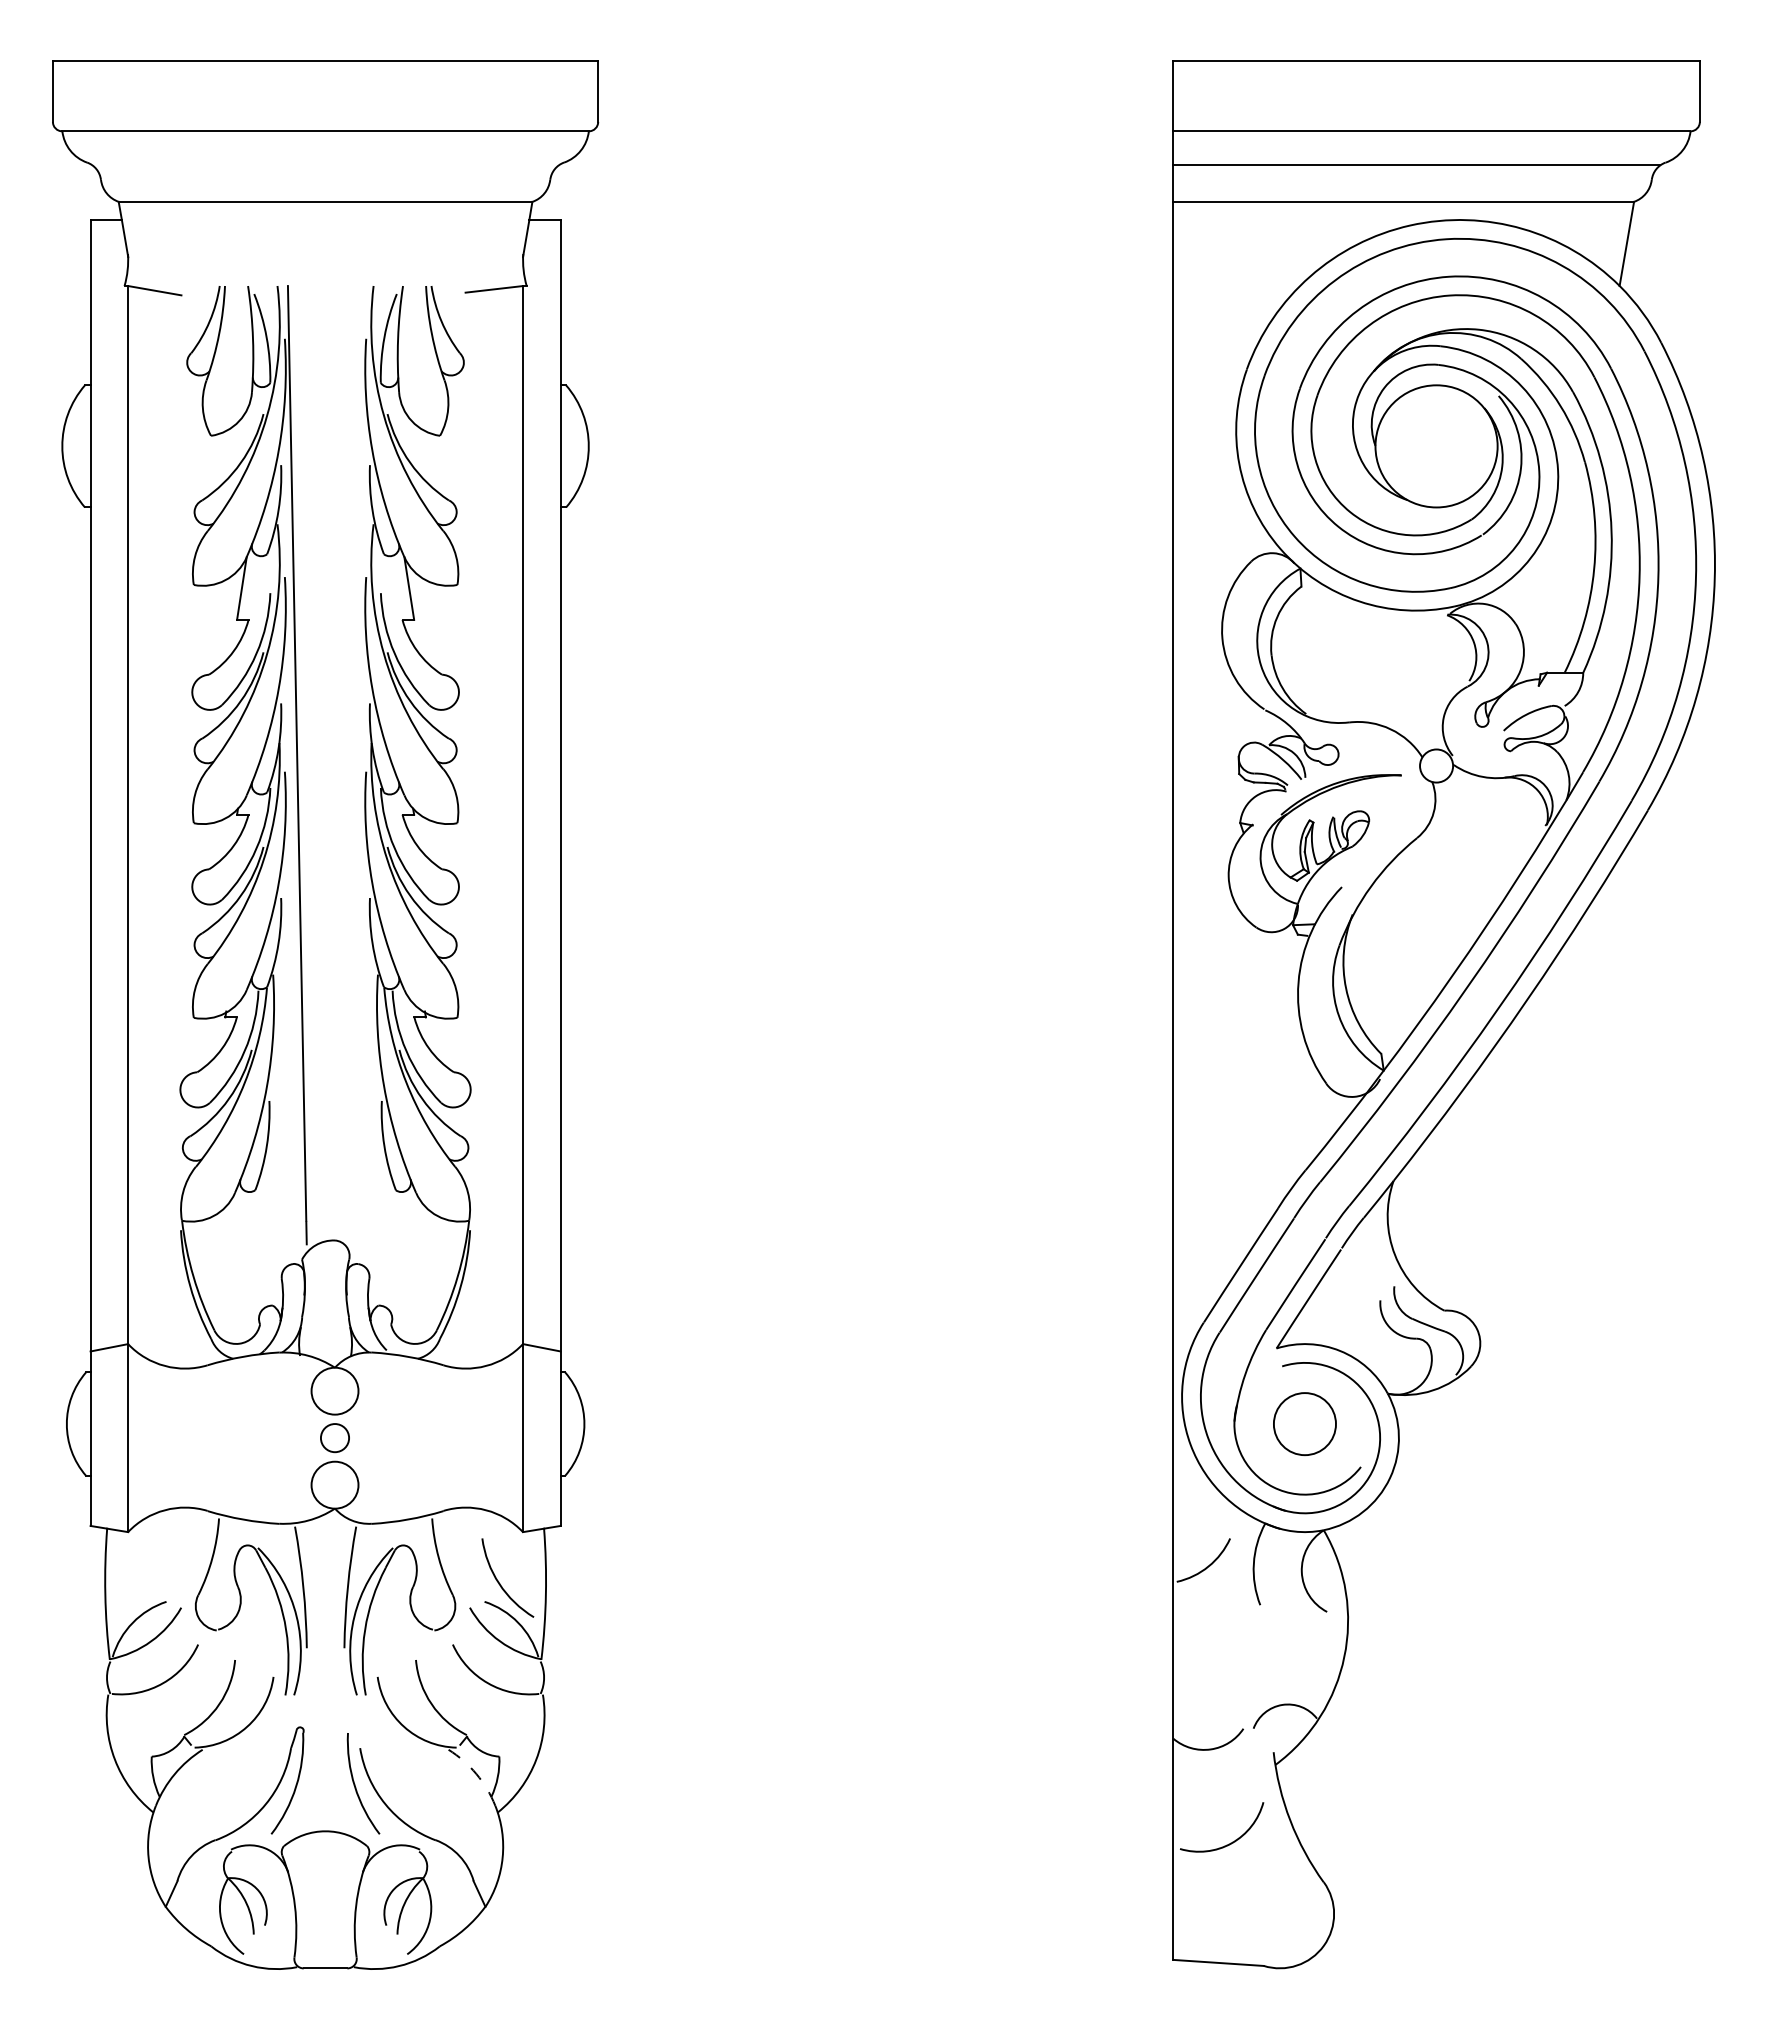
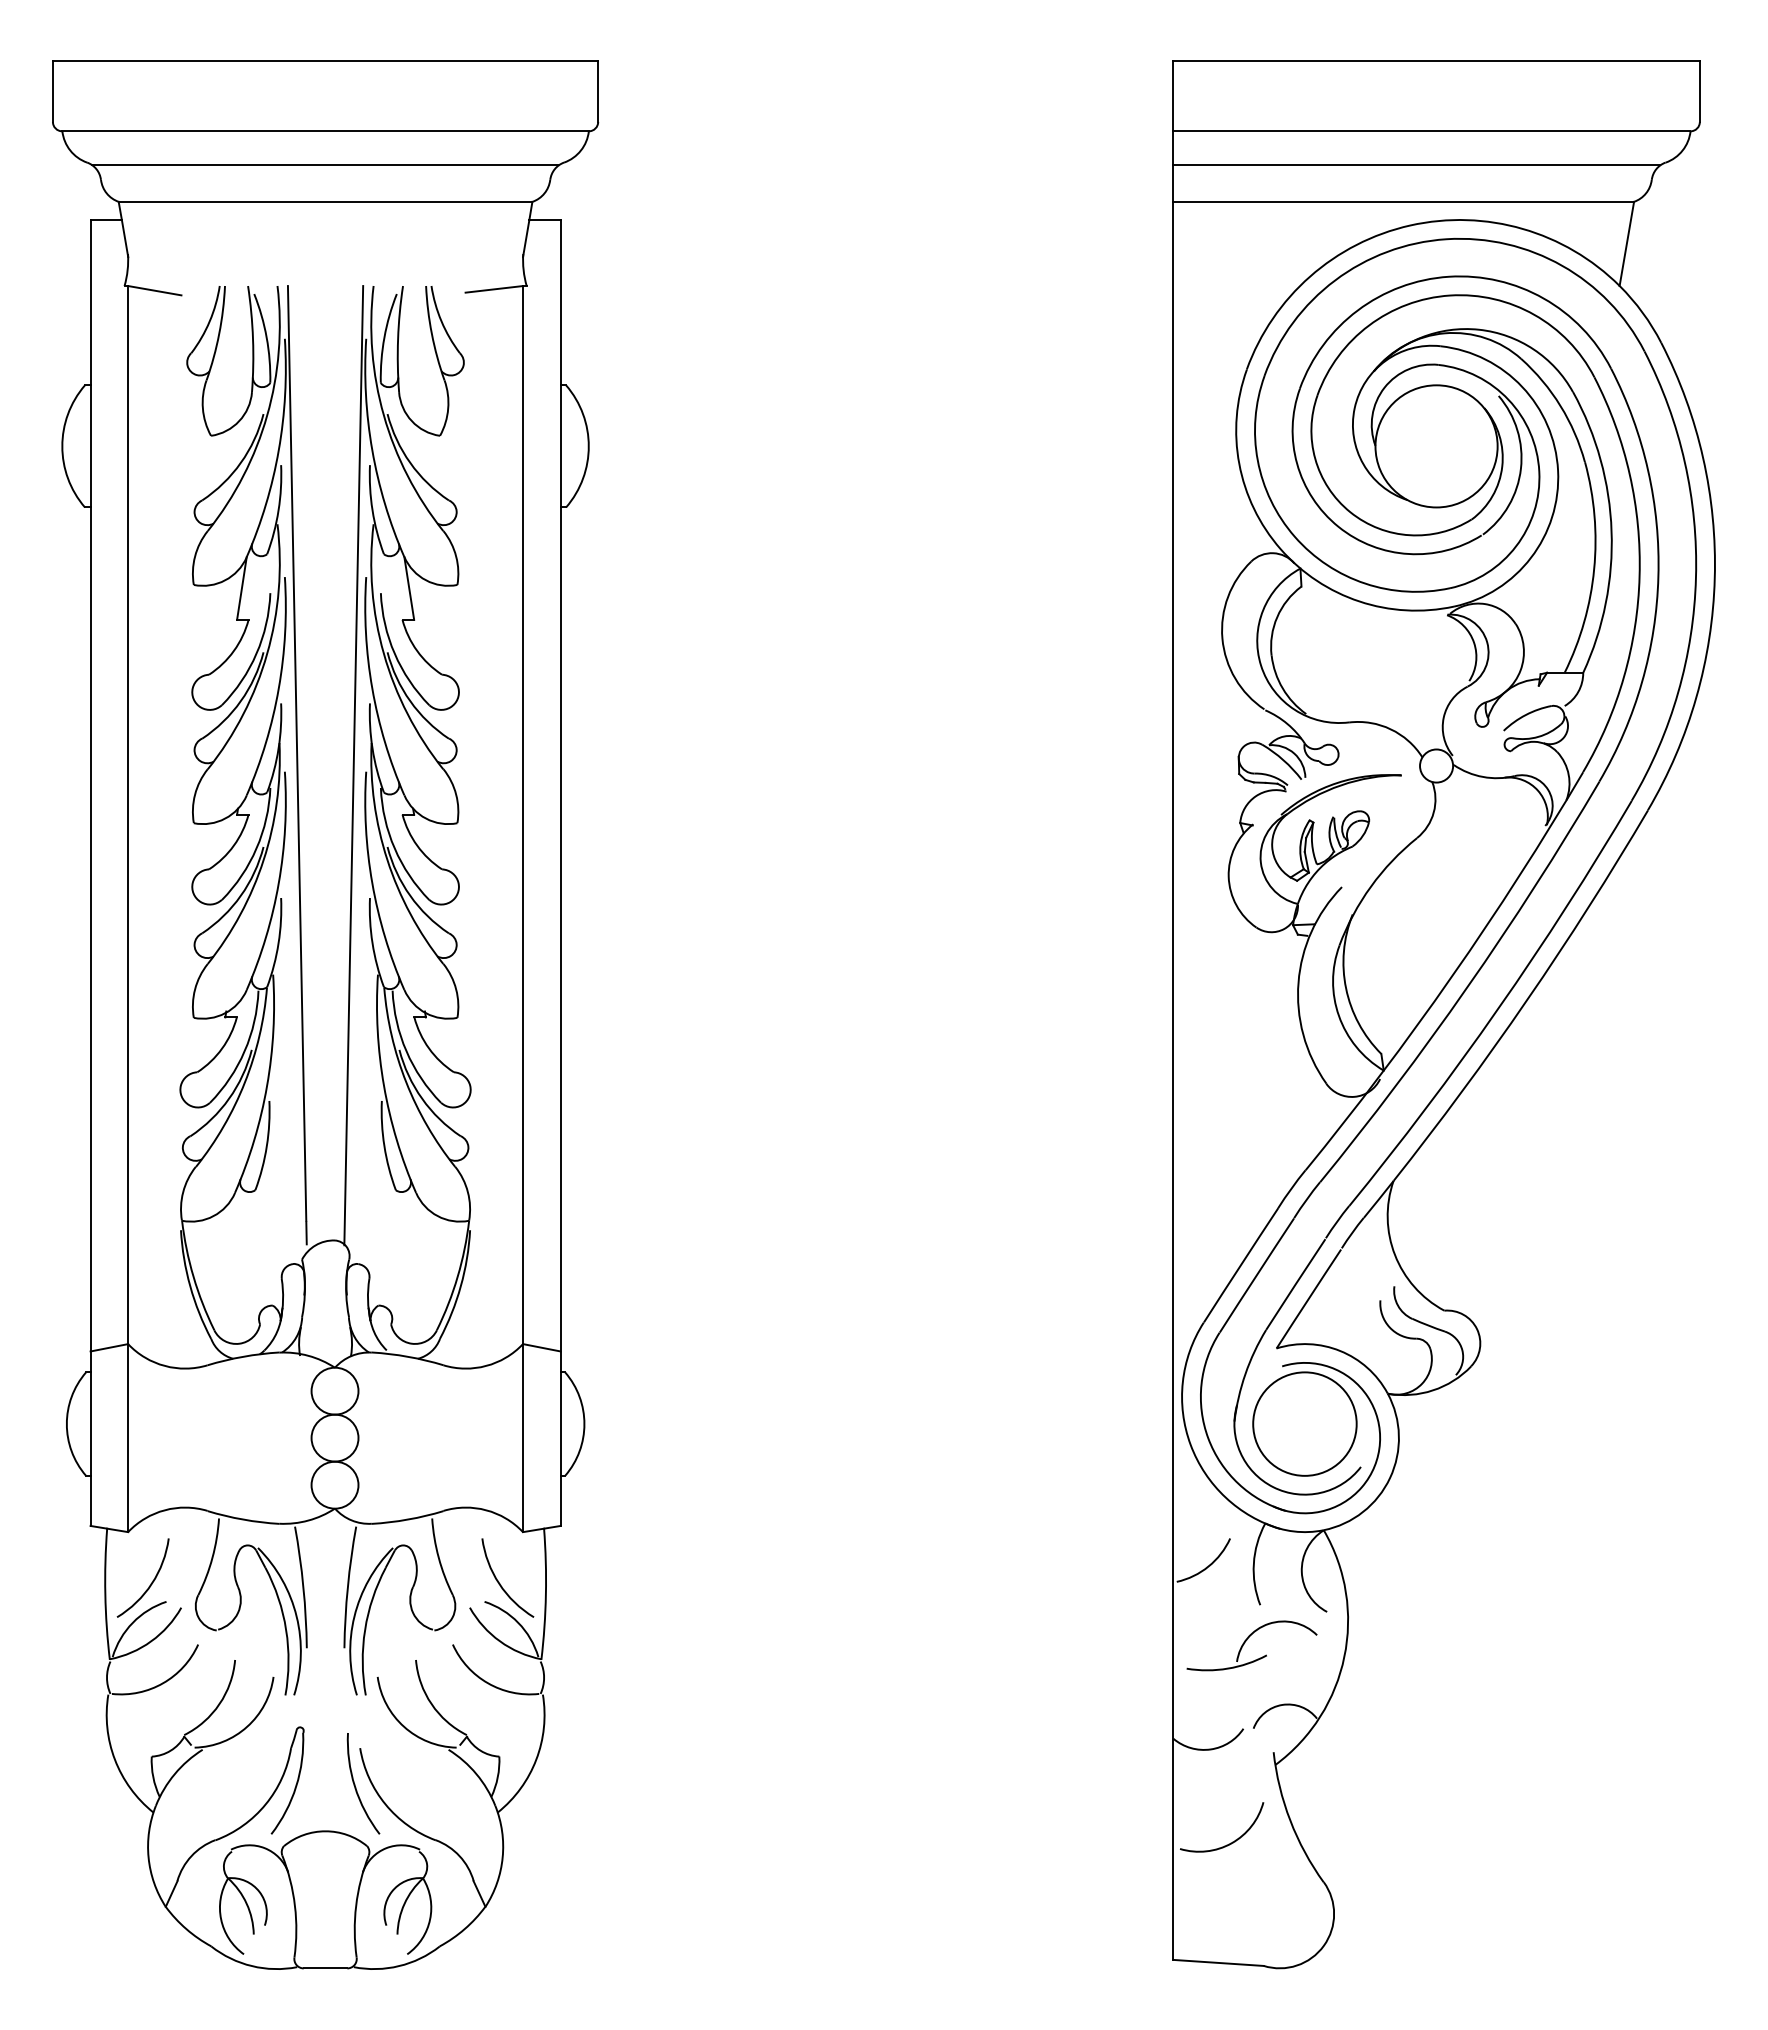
line at (325, 165): none -> present
line at (353, 765): none -> present
circle at (1304, 1424) diameter: 62 px -> 103 px
circle at (334, 1438) diameter: 28 px -> 47 px
arc at (150, 1583): none -> present
part at (1247, 1640): none -> present
arc at (476, 1774): dashed -> solid
